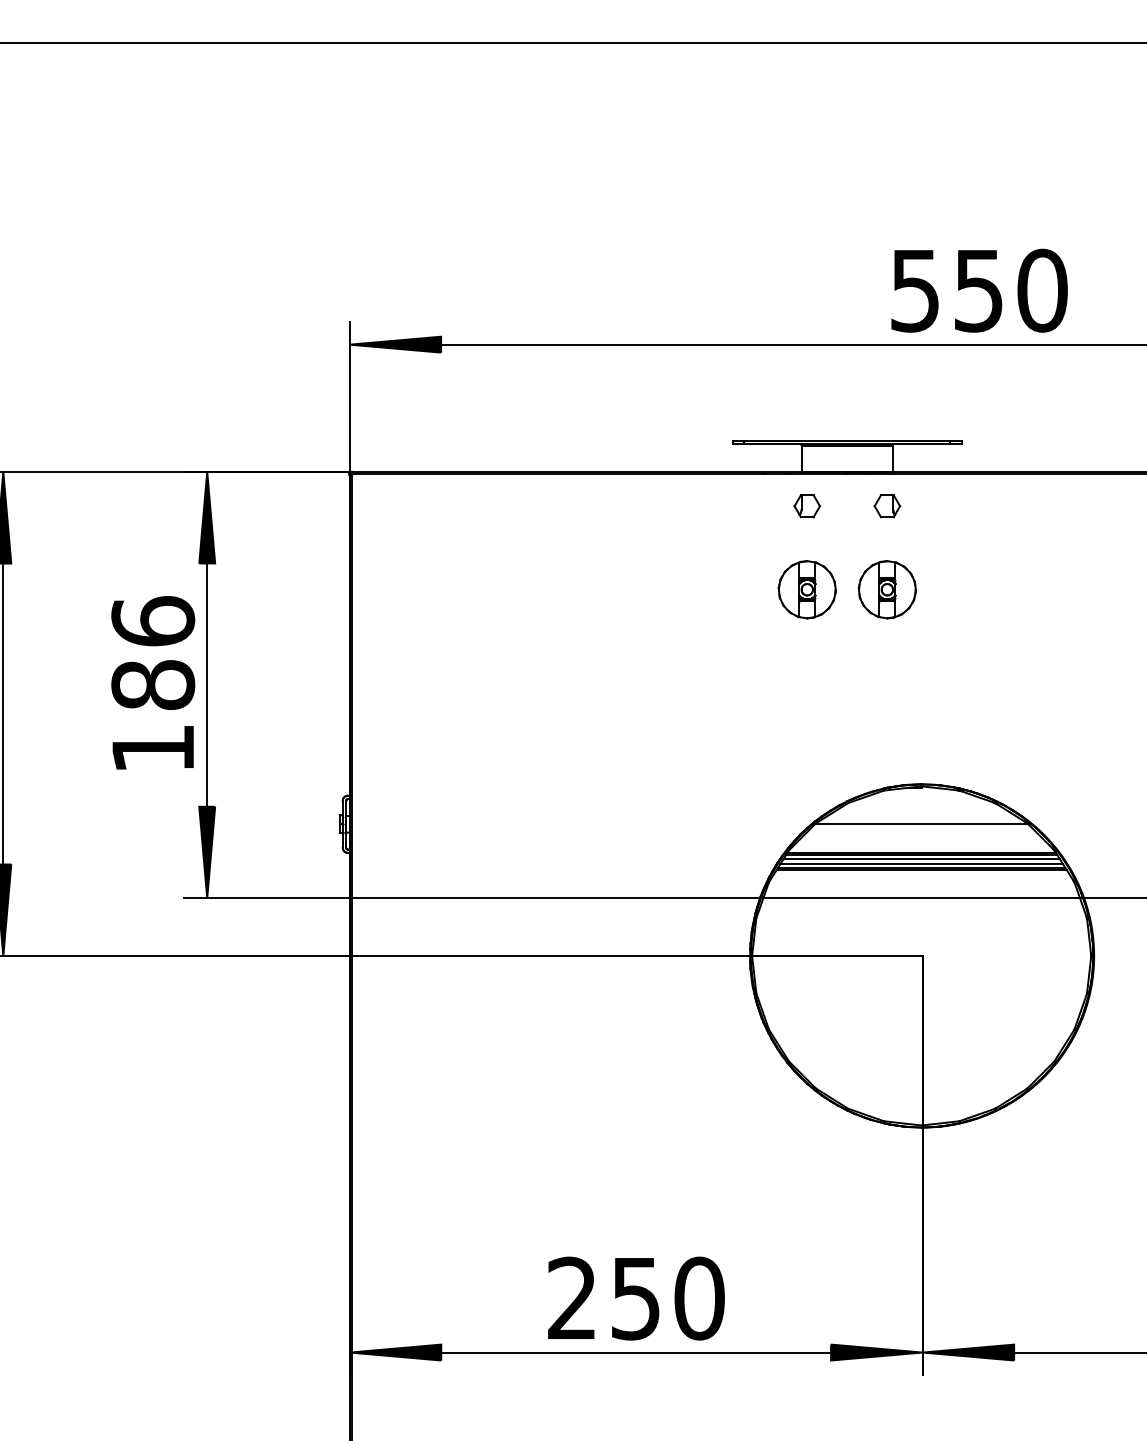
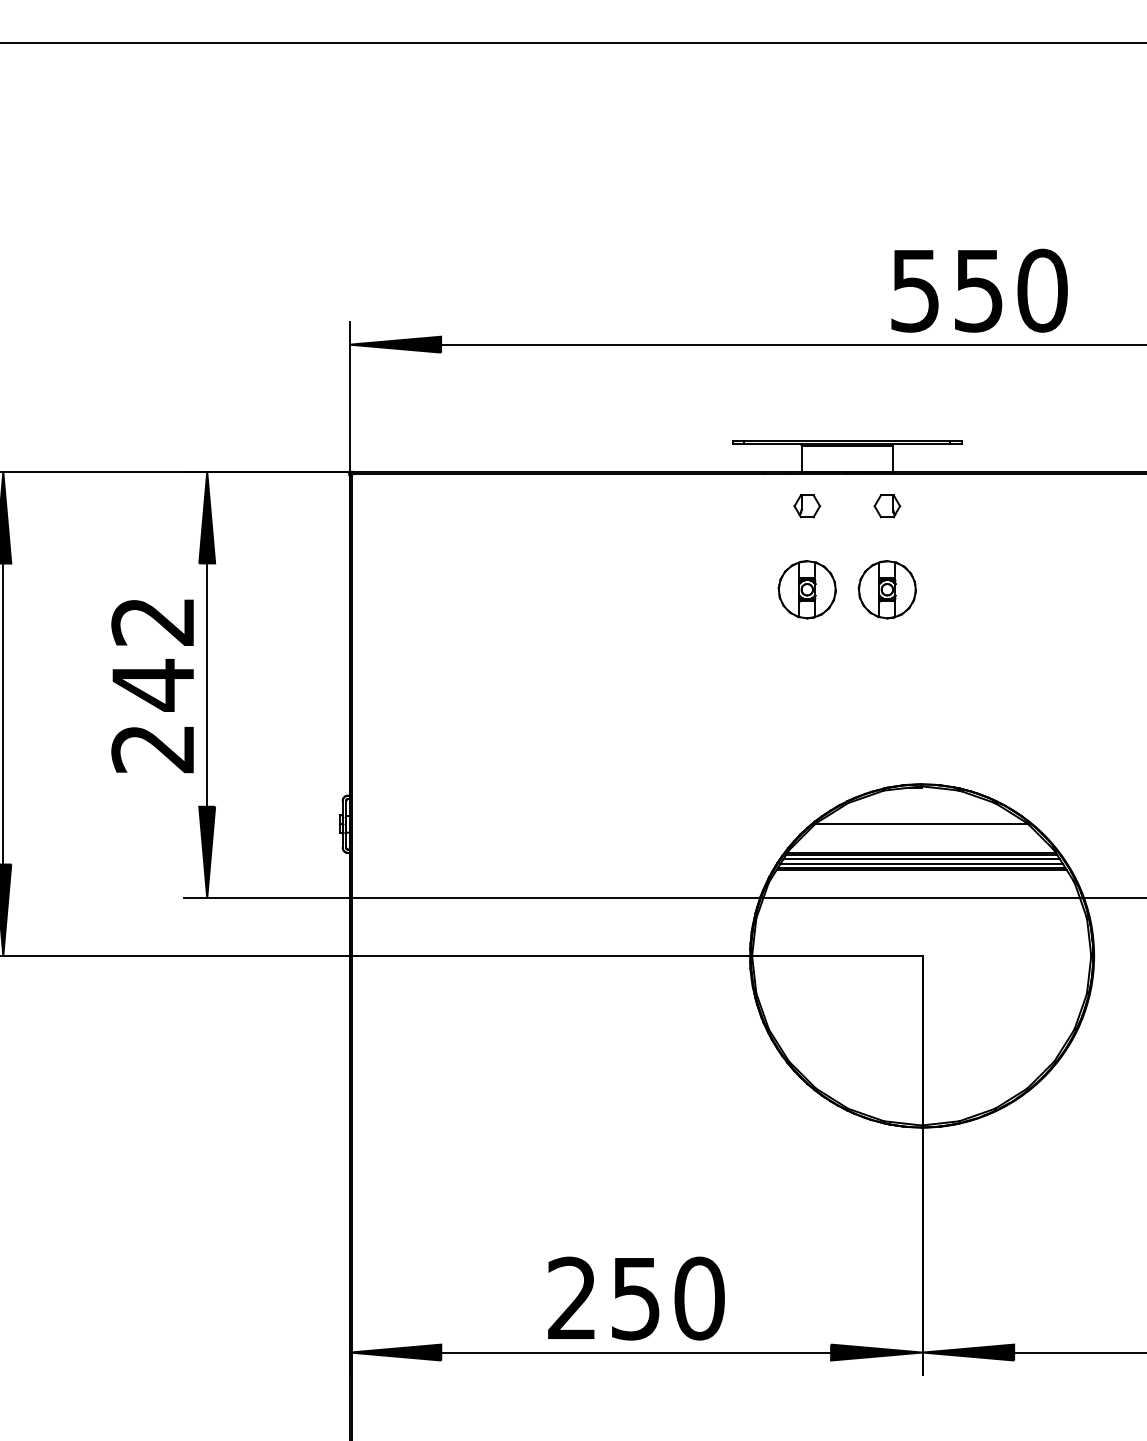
text at (153, 684): 186 -> 242
